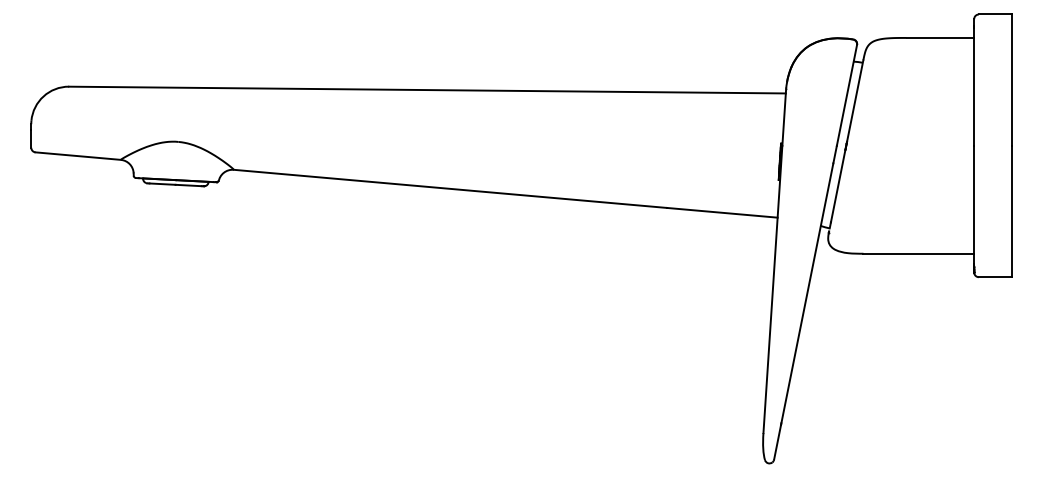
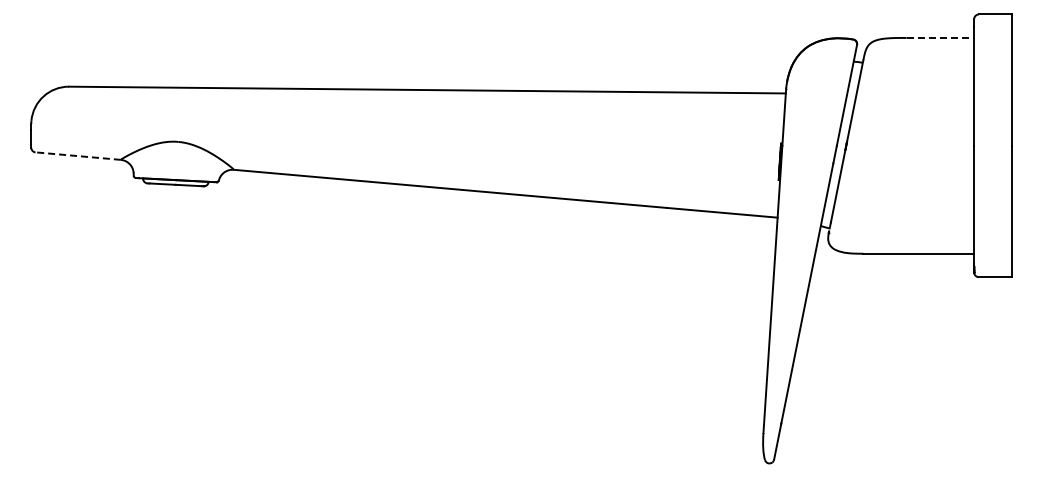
line at (940, 37): solid -> dashed
line at (78, 156): solid -> dashed
